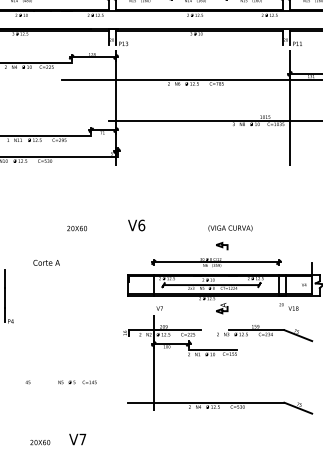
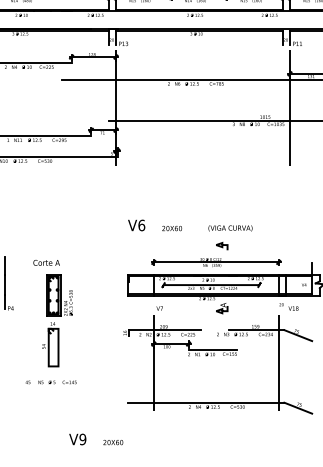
text at (76, 228) position: (76, 228) -> (171, 228)
part at (8, 296) position: (8, 296) -> (8, 283)
part at (57, 320): none -> present
line at (278, 362): none -> present
text at (77, 382) position: (77, 382) -> (57, 382)
text at (82, 439): V7 -> V9
text at (40, 442) position: (40, 442) -> (113, 442)
